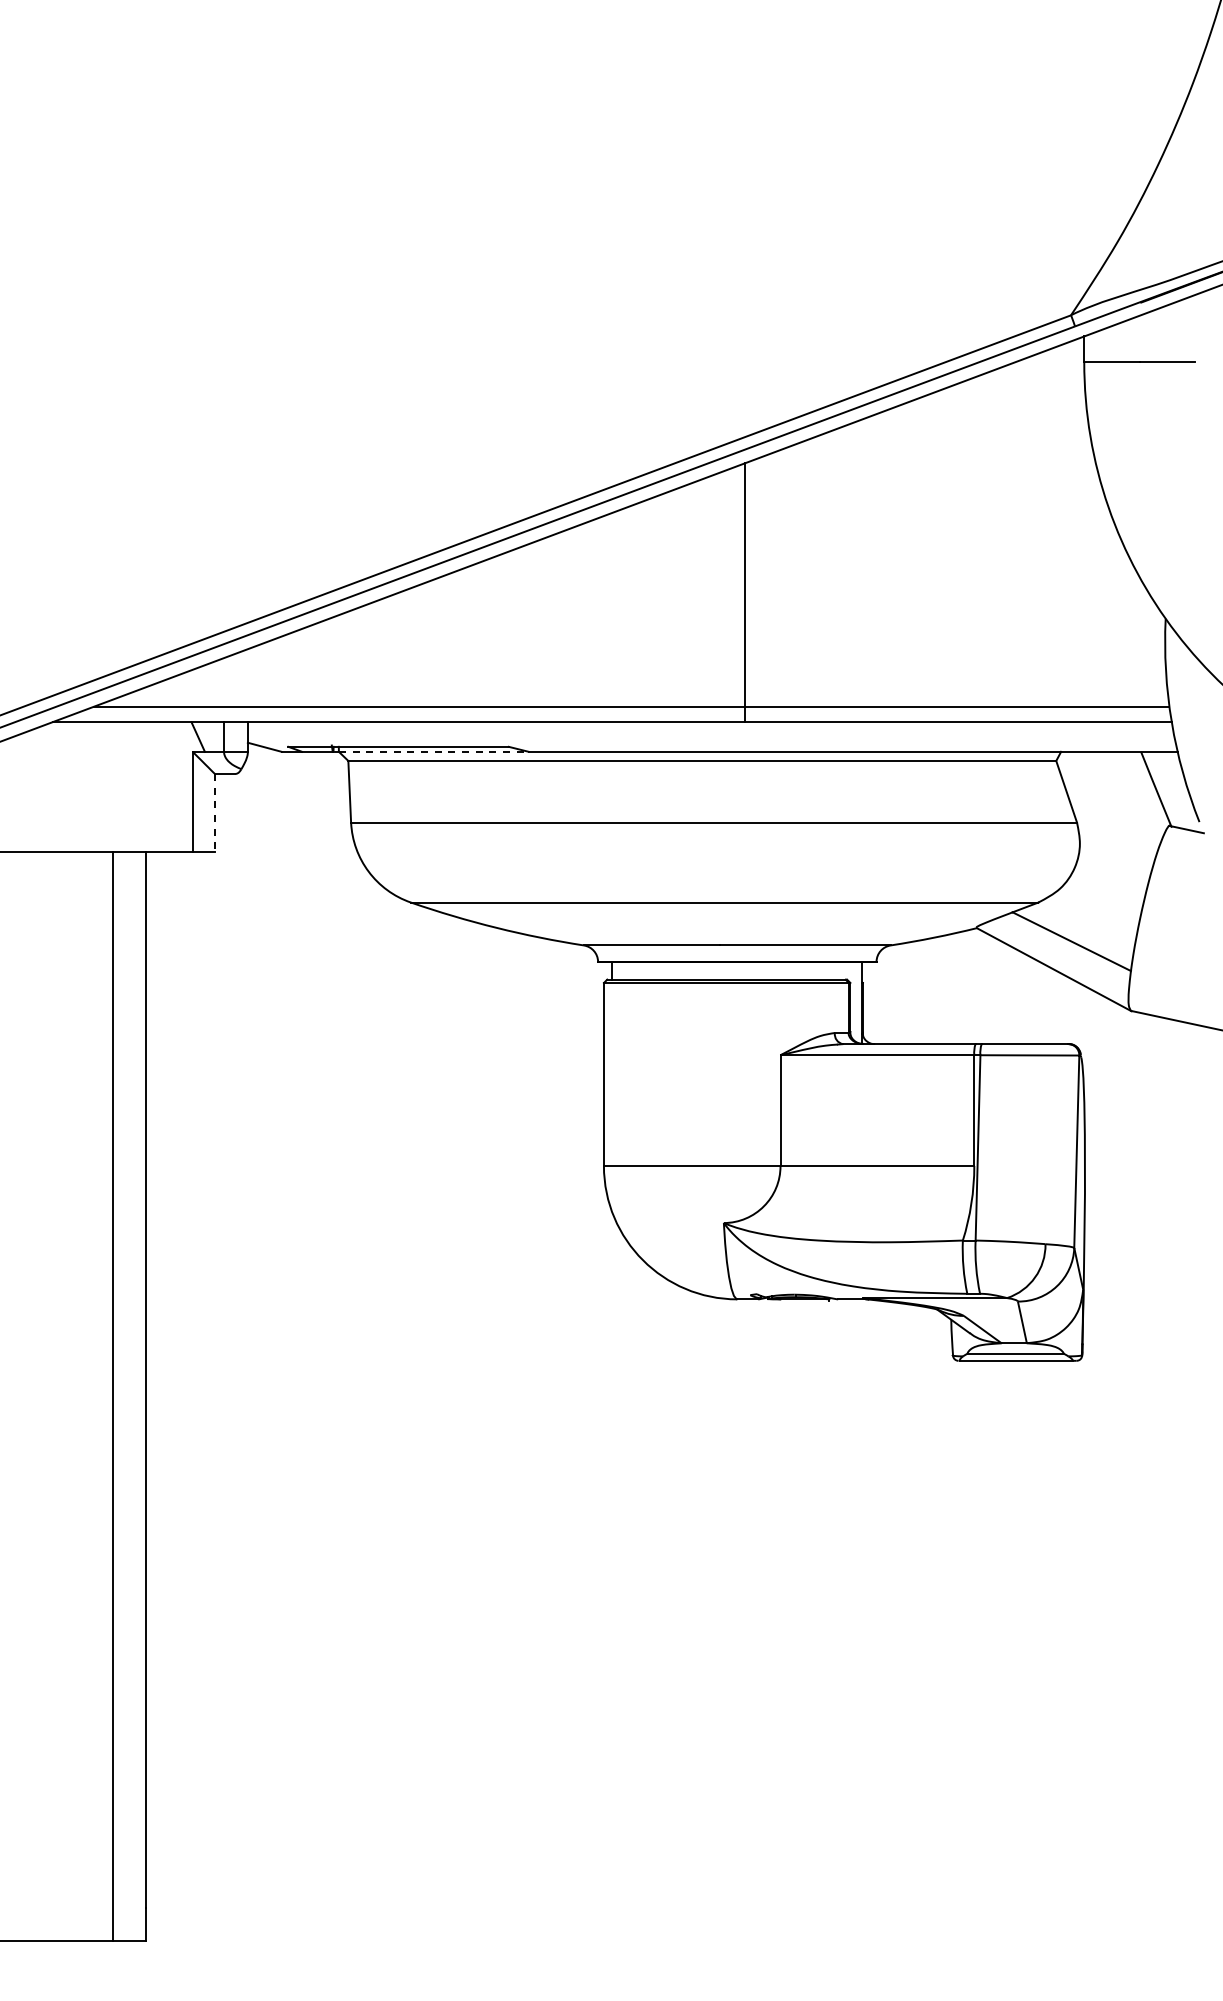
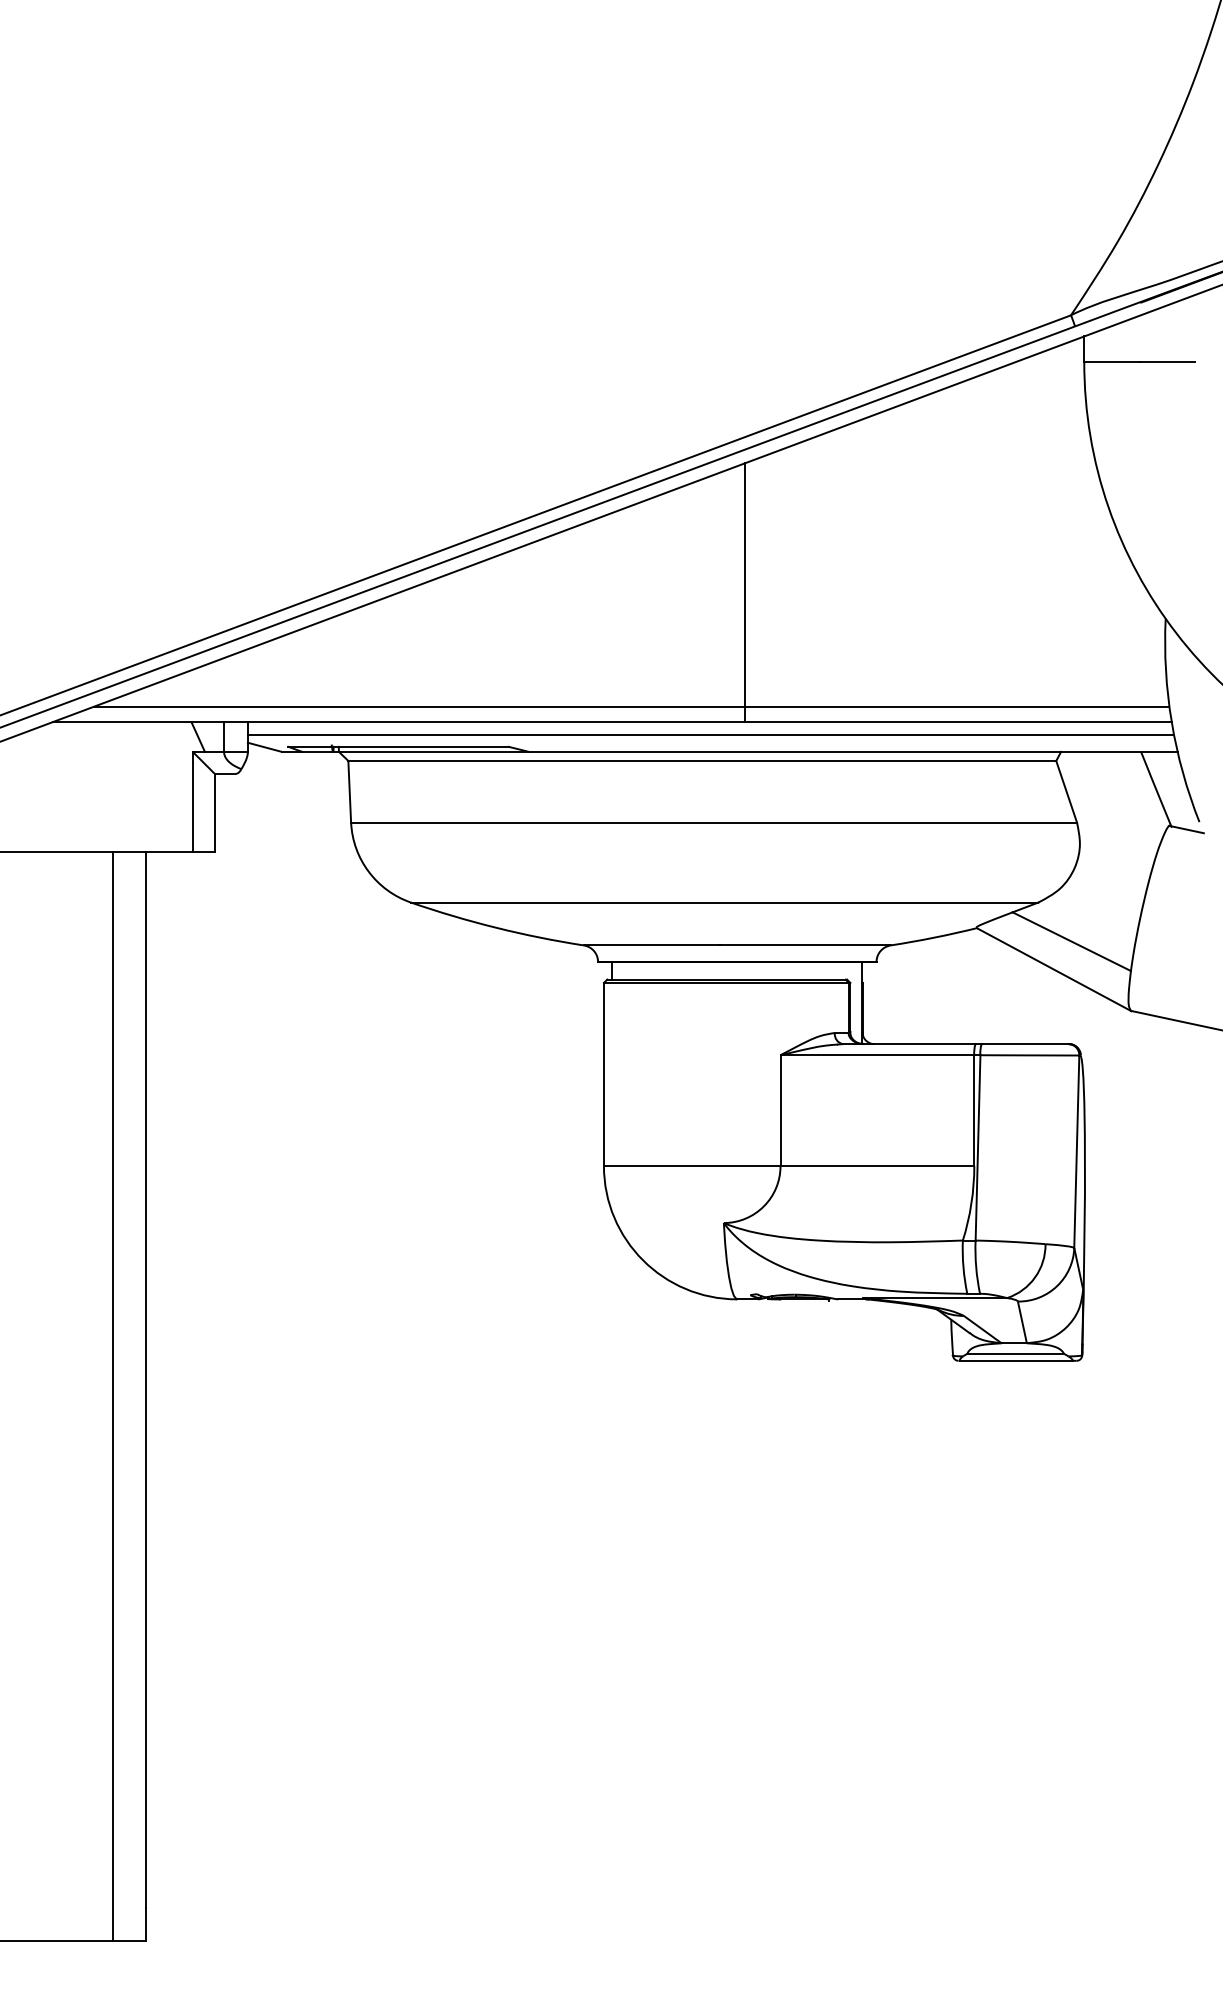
line at (710, 735): none -> present
line at (433, 751): dashed -> solid
line at (215, 812): dashed -> solid
